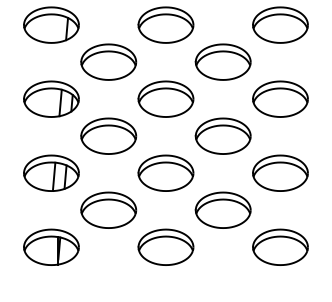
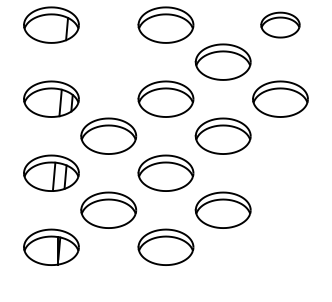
part at (280, 24) size: 57x38 px -> 41x28 px
part at (108, 61): present -> none
part at (280, 172): present -> none
part at (280, 246): present -> none
